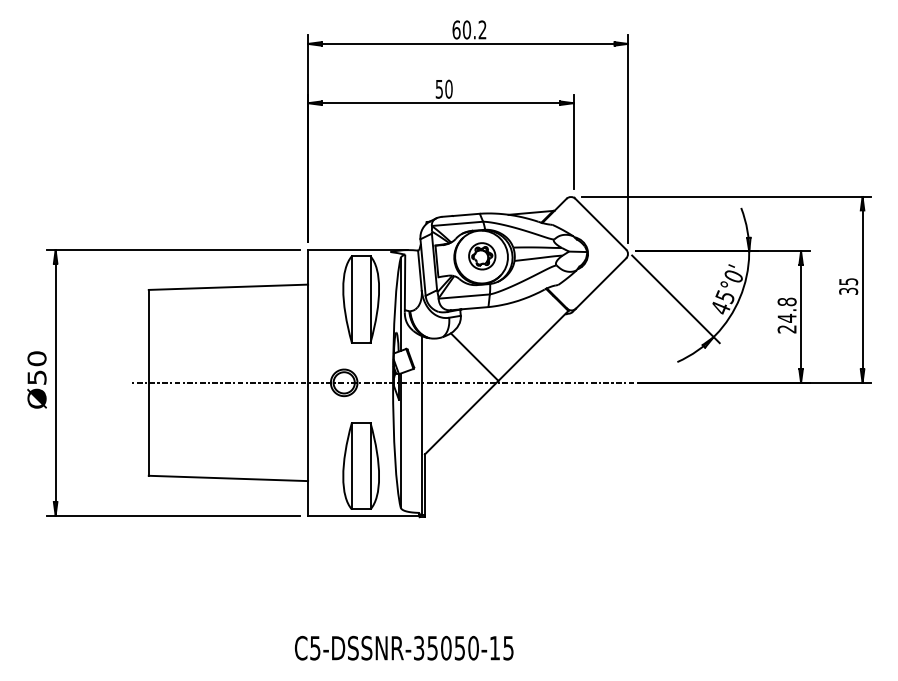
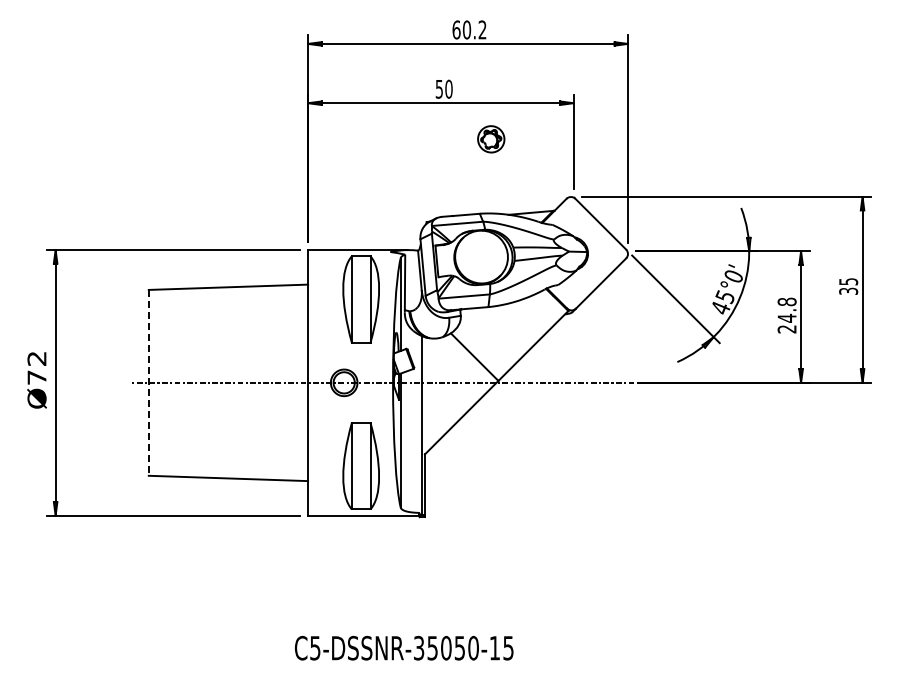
part at (482, 256) position: (482, 256) -> (491, 139)
text at (36, 367): Ø50 -> Ø72
line at (148, 382): solid -> dashed
